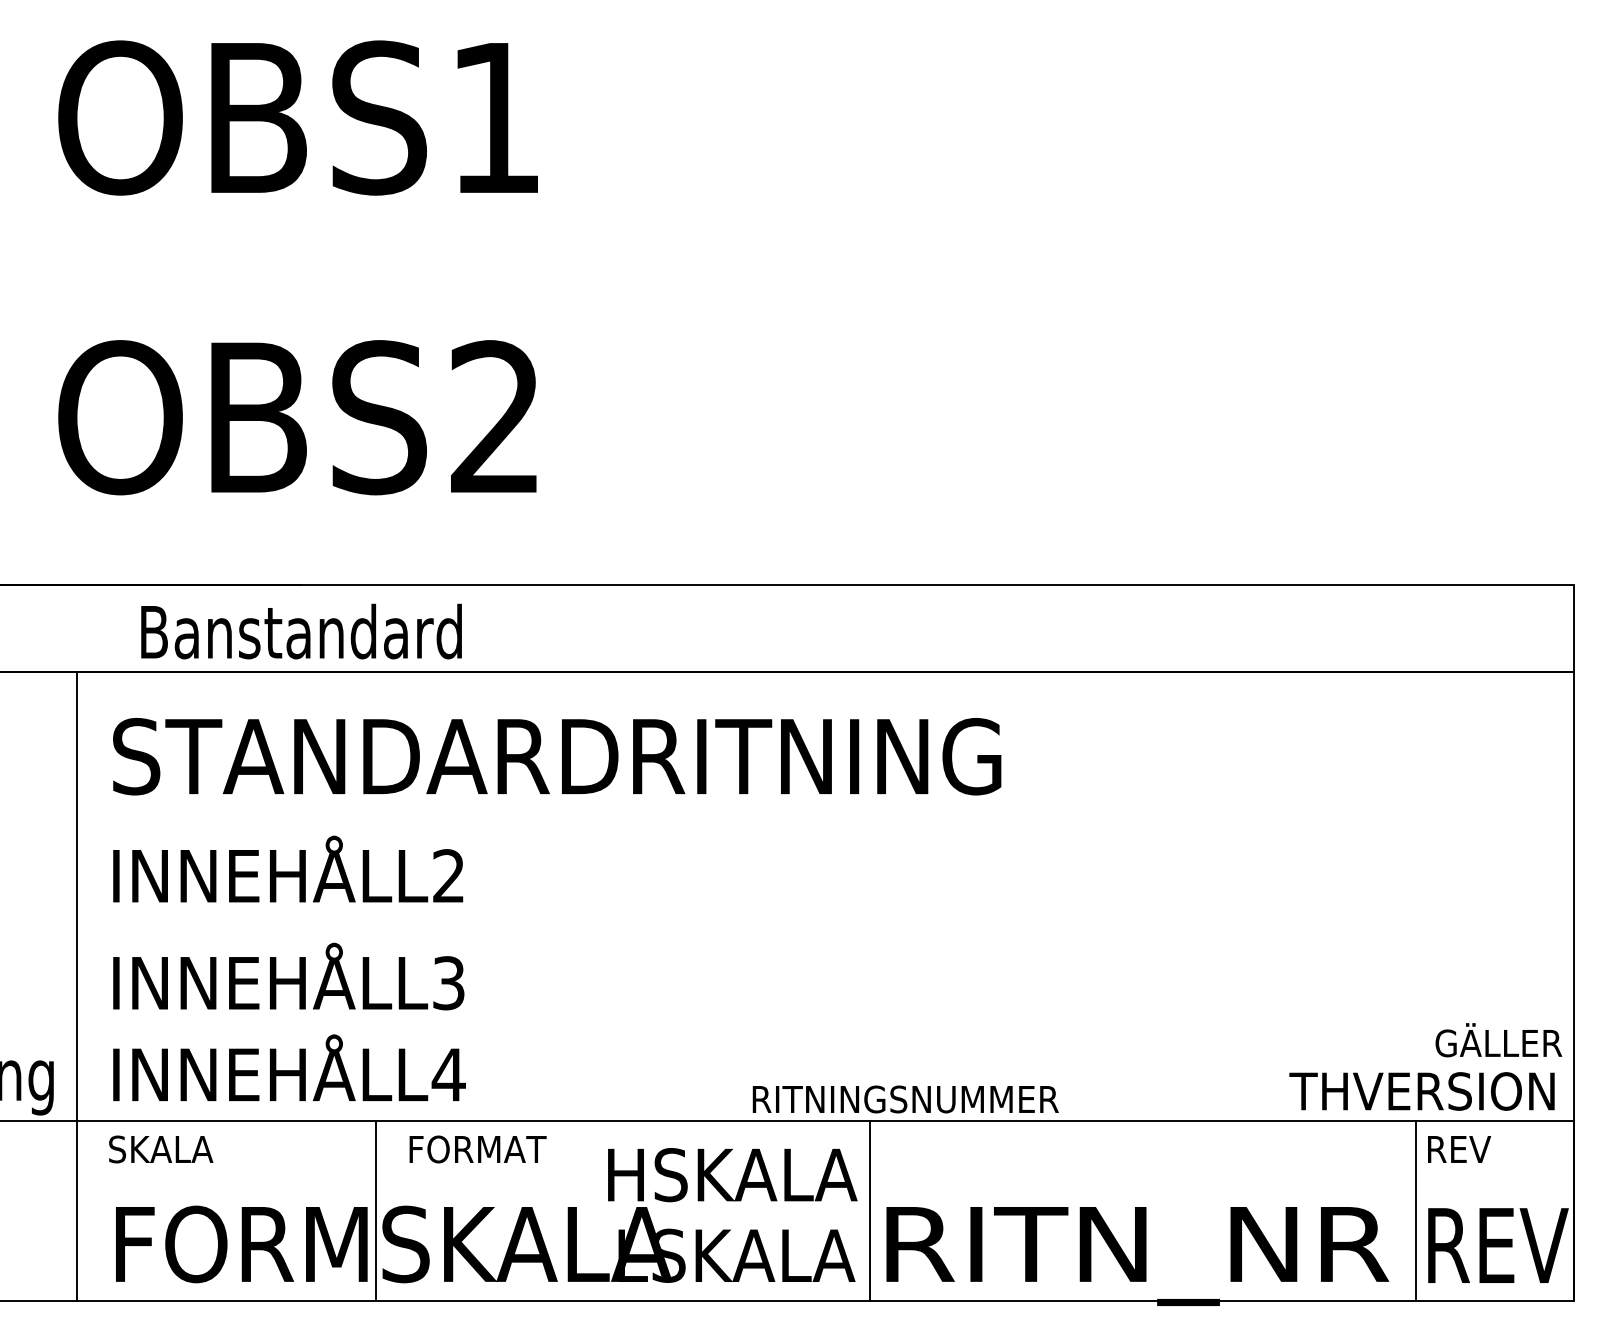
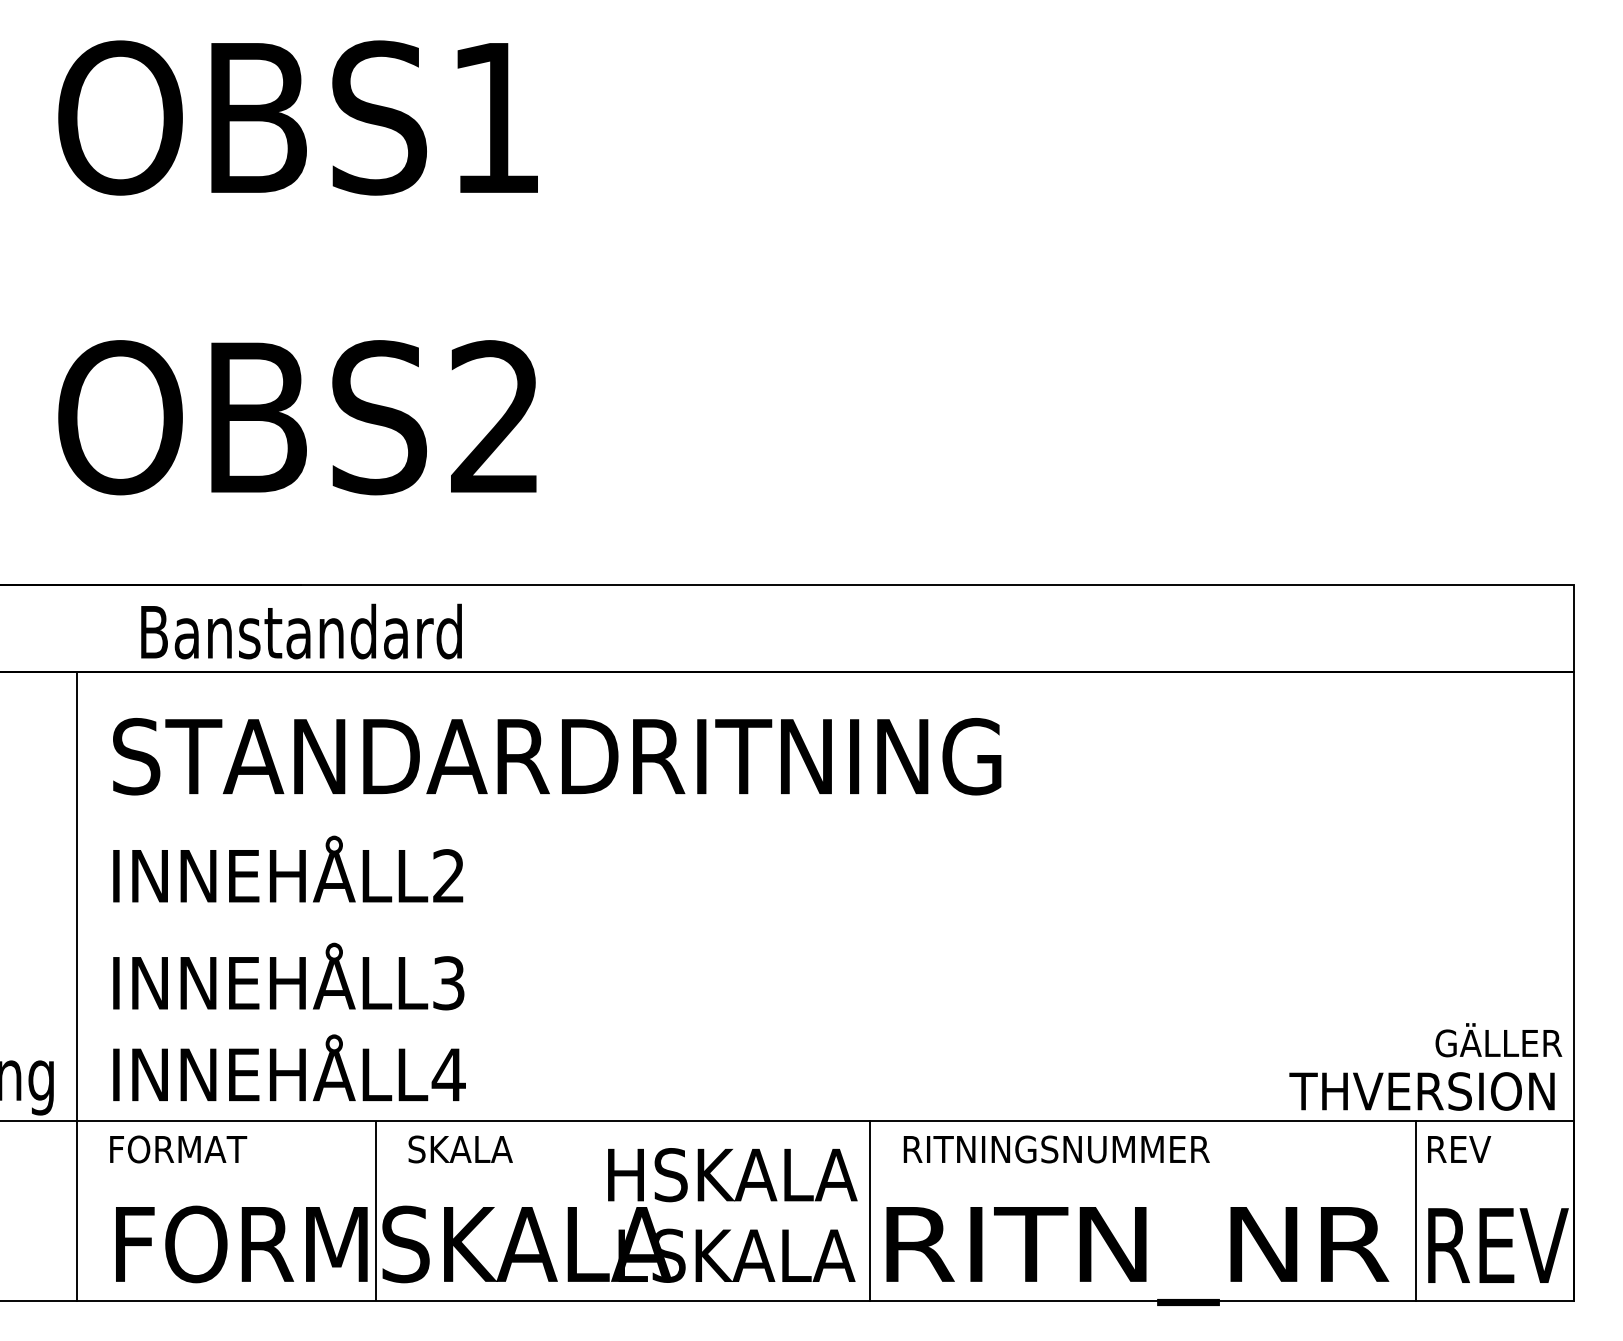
text at (905, 1099) position: (905, 1099) -> (1056, 1149)
text at (178, 1149): SKALA -> FORMAT
text at (477, 1149): FORMAT -> SKALA
